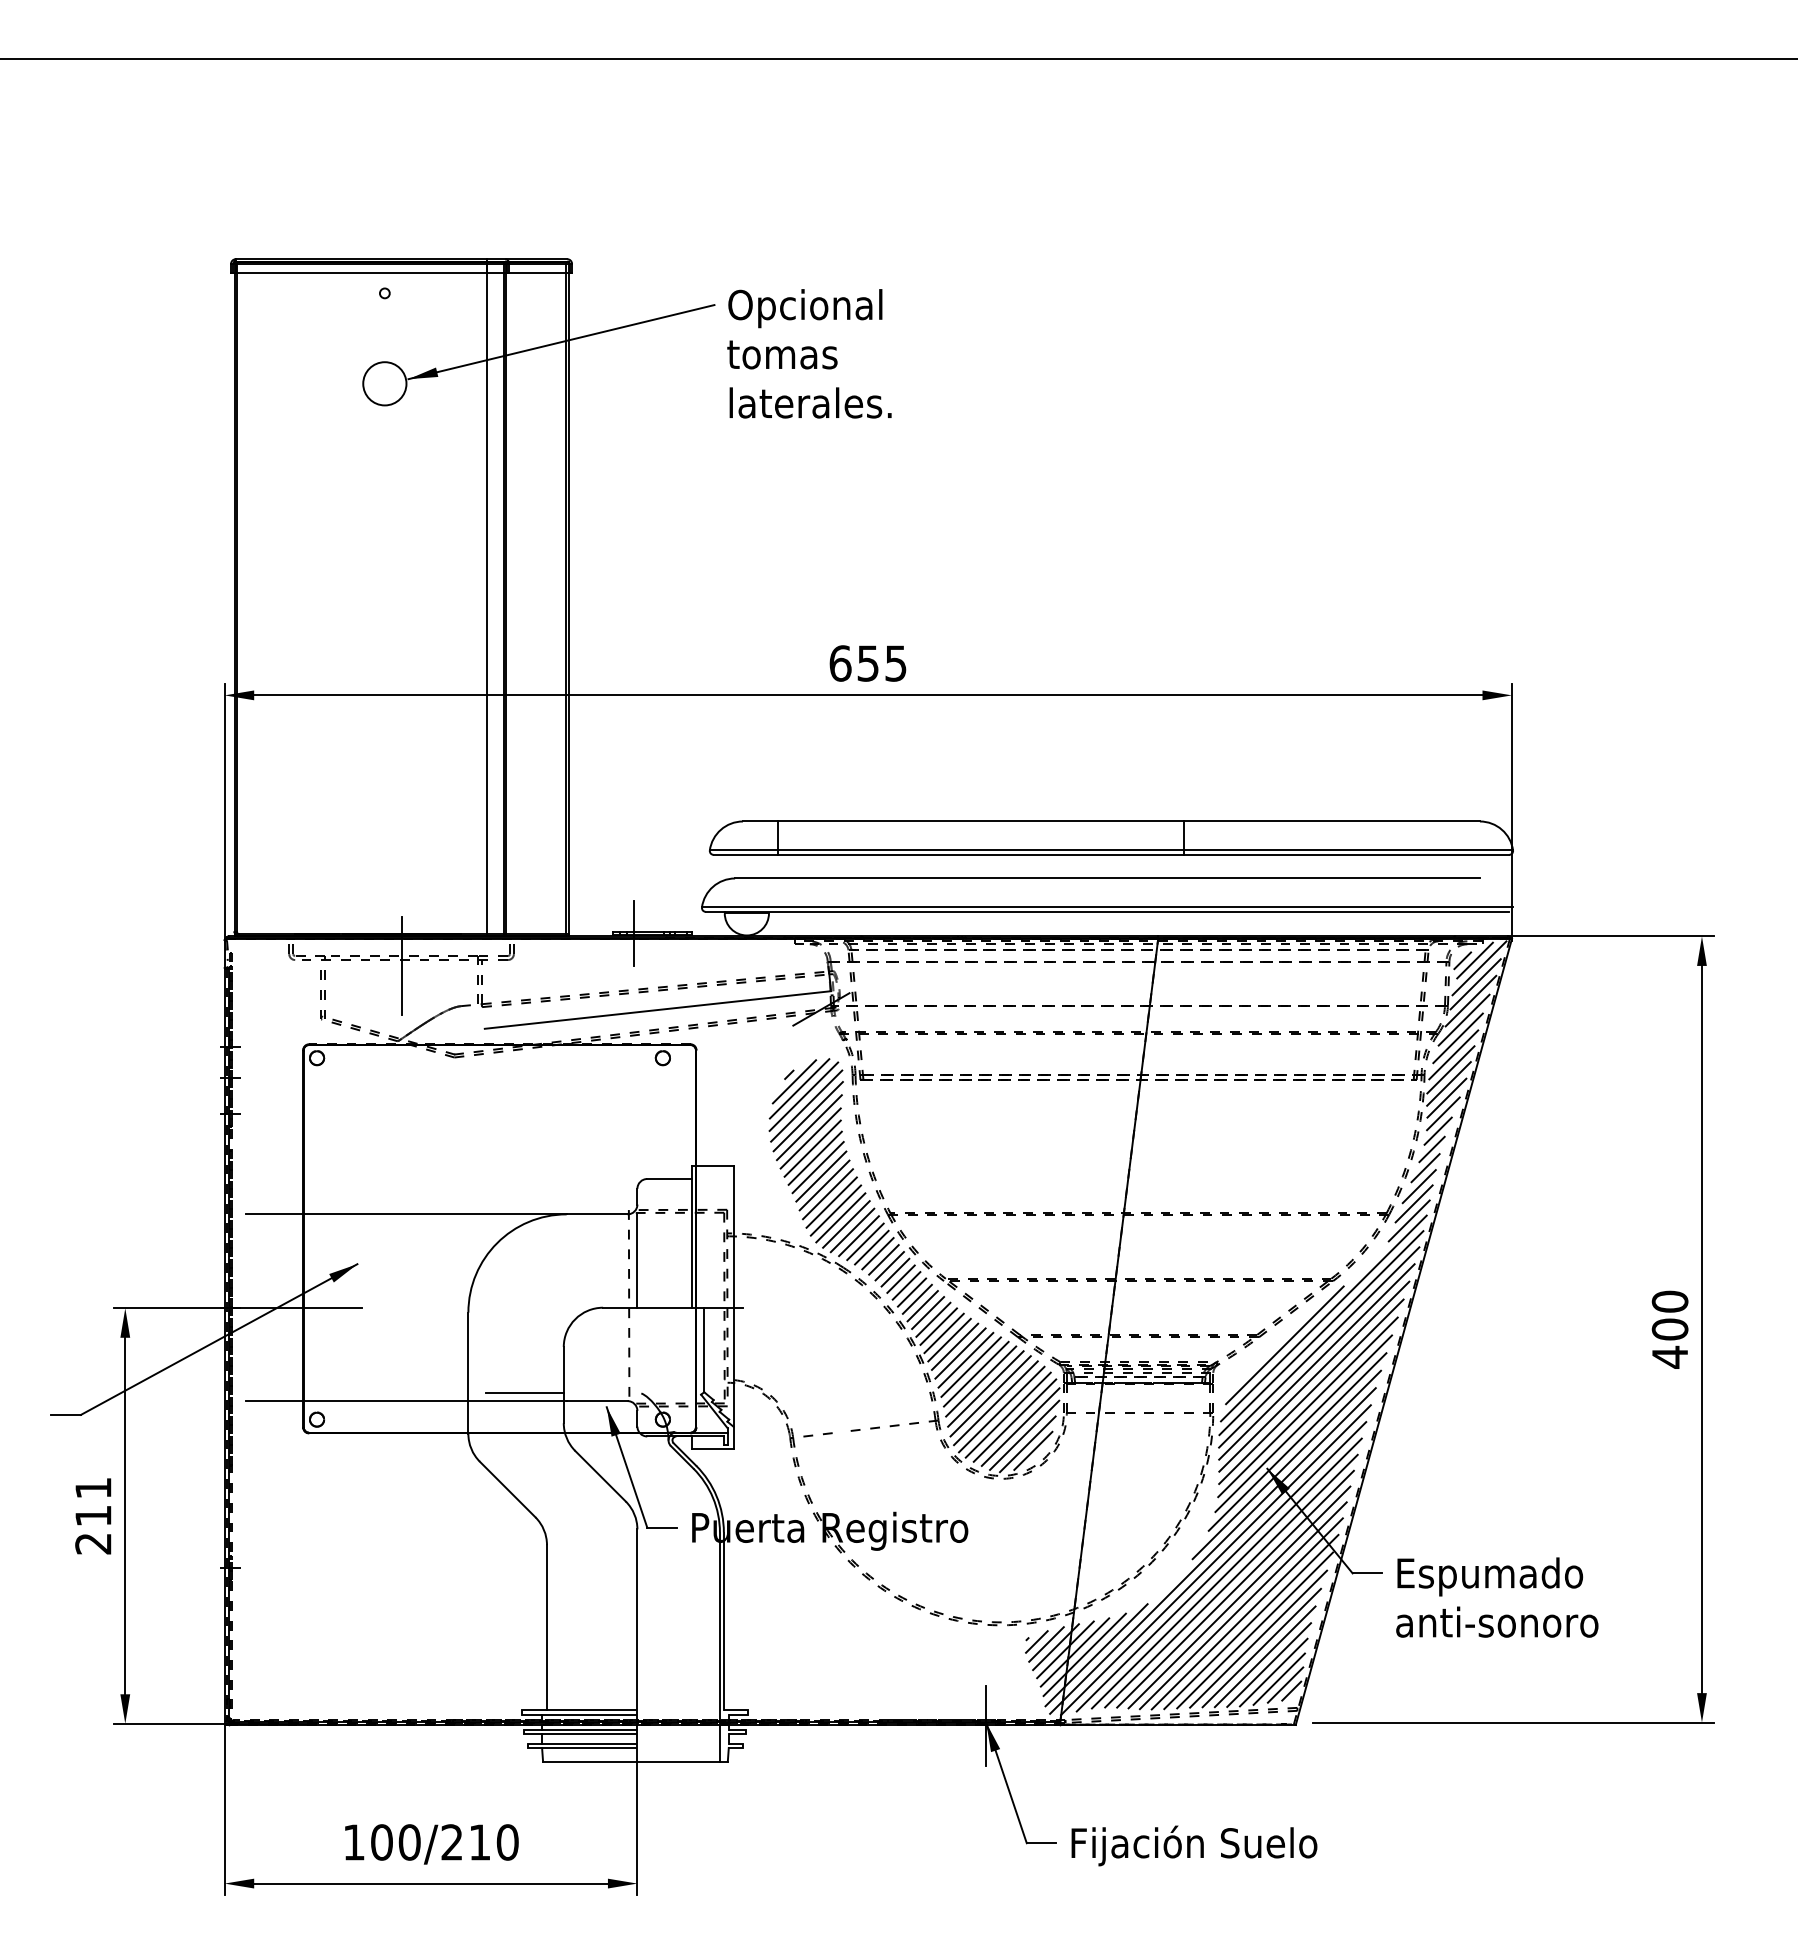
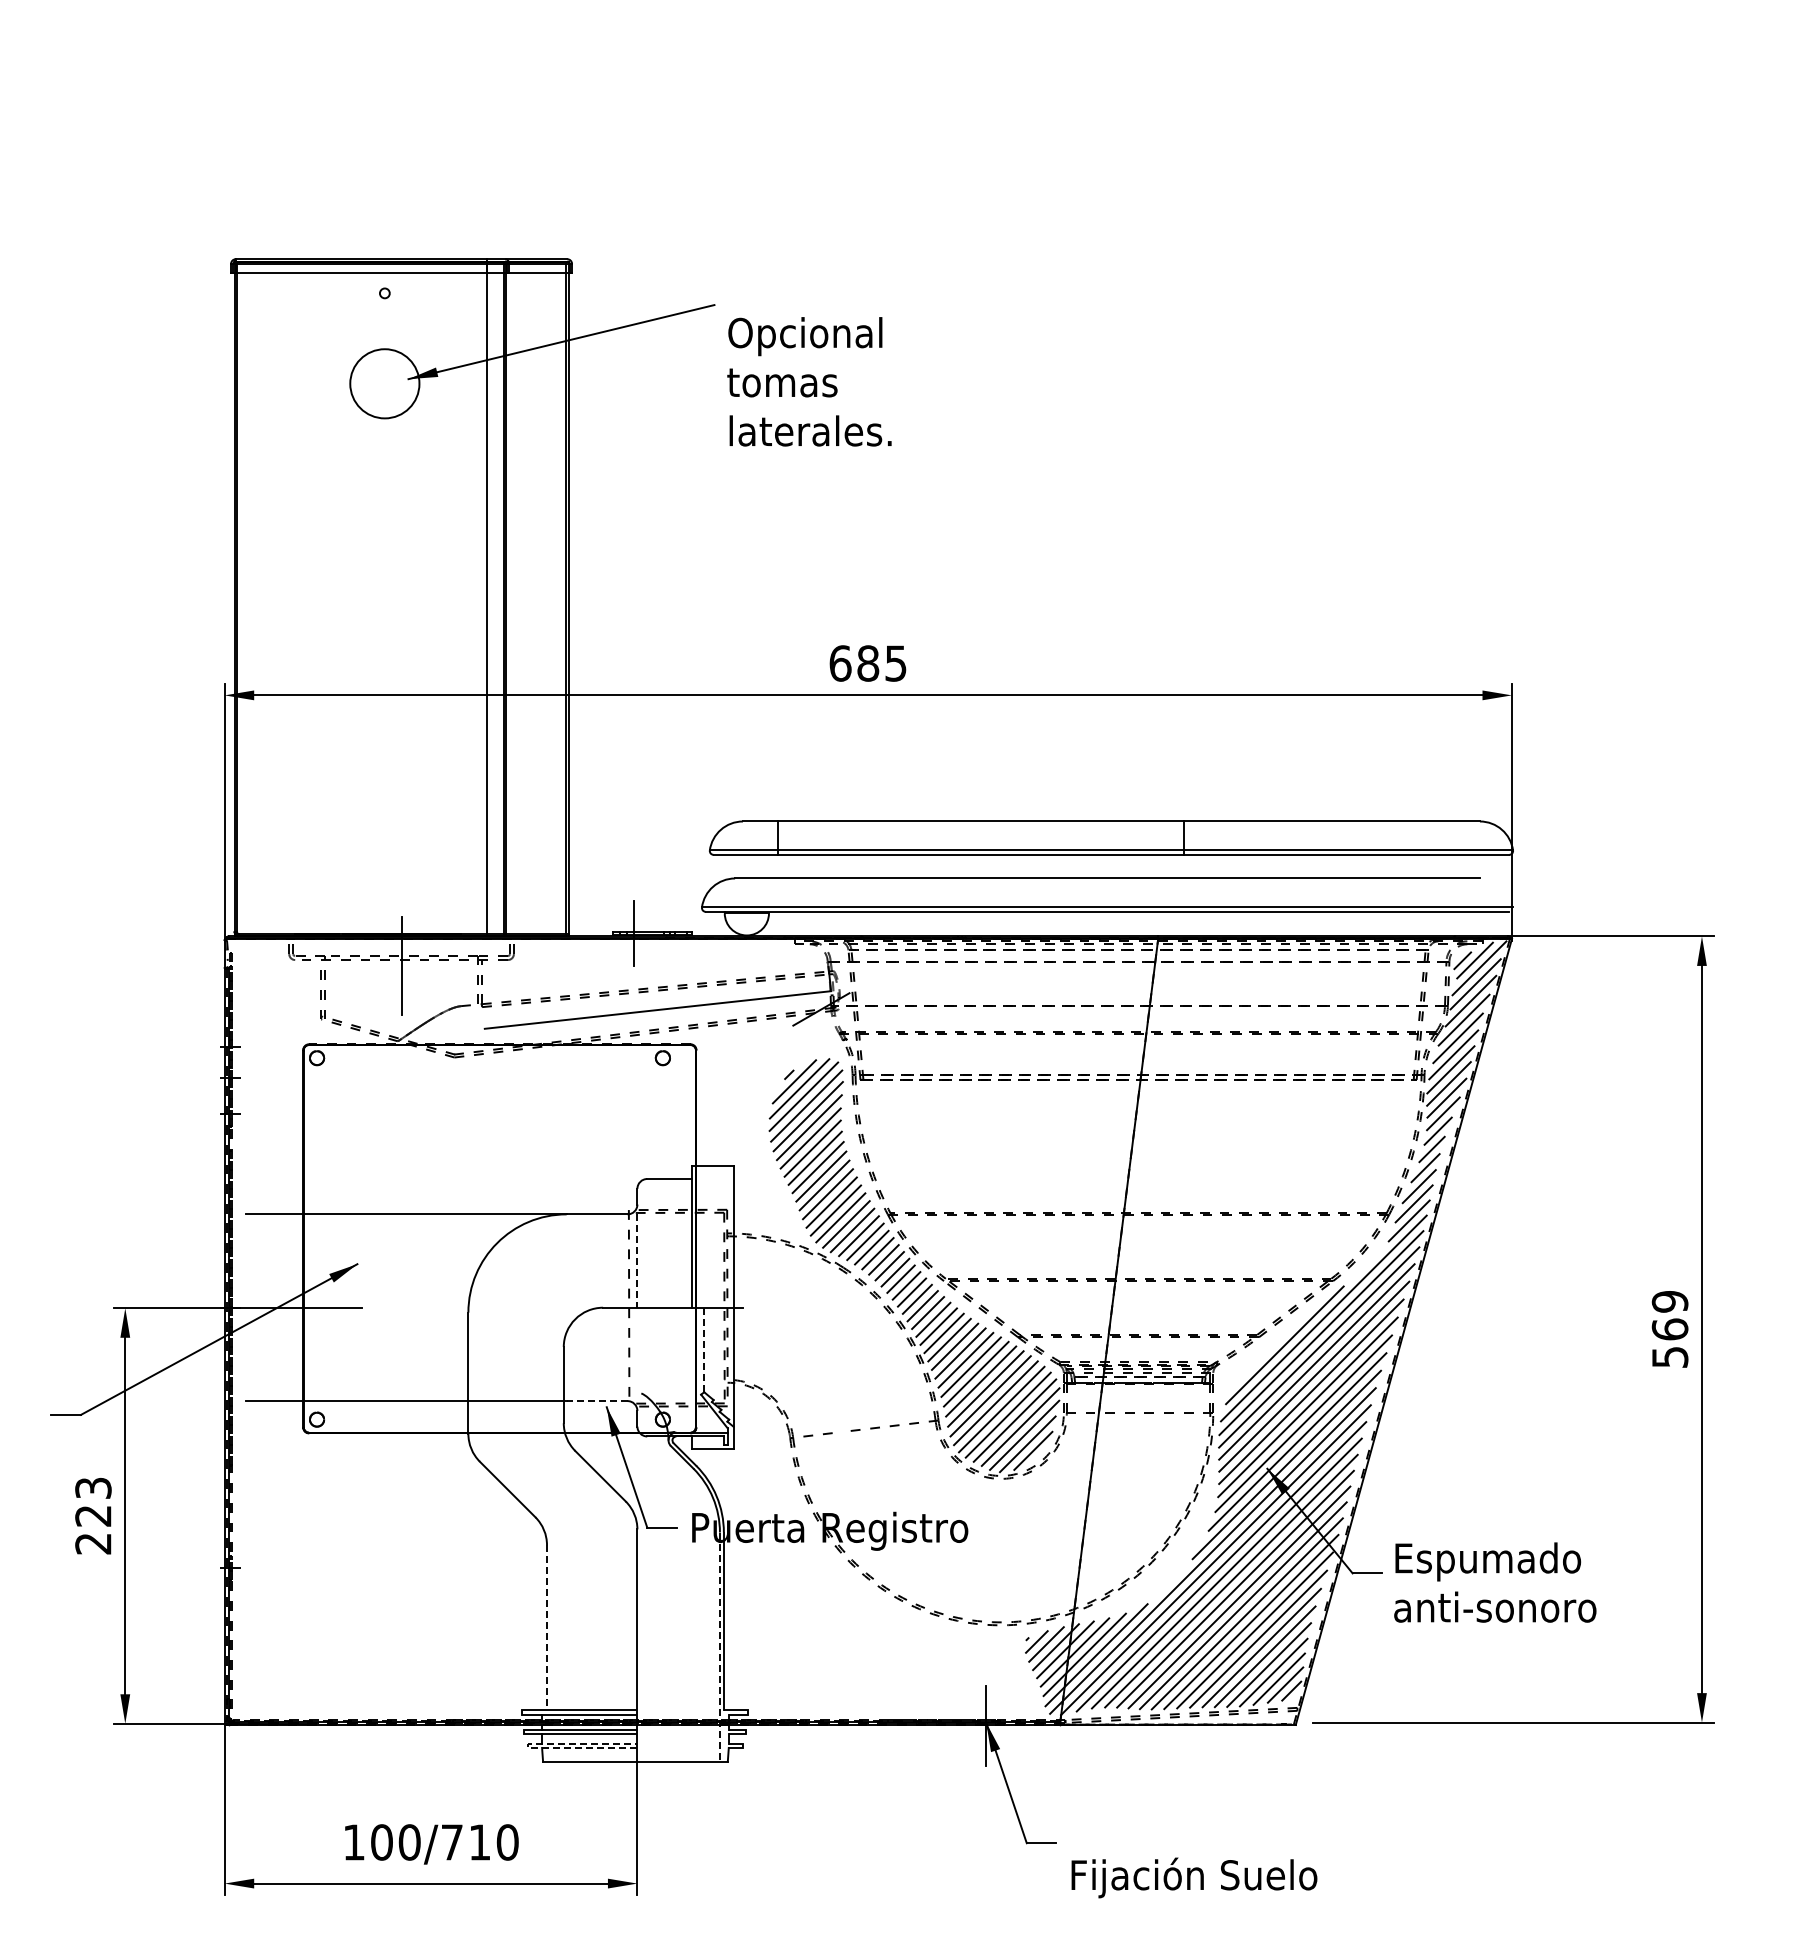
line at (898, 58): present -> none
text at (809, 353) position: (809, 353) -> (809, 381)
circle at (384, 383) diameter: 43 px -> 69 px
text at (868, 663): 655 -> 685
line at (637, 1261): solid -> dashed
text at (1669, 1329): 400 -> 569
line at (704, 1349): solid -> dashed
line at (524, 1393): present -> none
line at (596, 1401): solid -> dashed
text at (93, 1501): 211 -> 223
text at (1497, 1597) position: (1497, 1597) -> (1495, 1582)
line at (547, 1627): solid -> dashed
line at (719, 1647): solid -> dashed
line at (528, 1745): solid -> dashed
text at (451, 1842): 100/210 -> 100/710
text at (1194, 1845) position: (1194, 1845) -> (1194, 1877)
